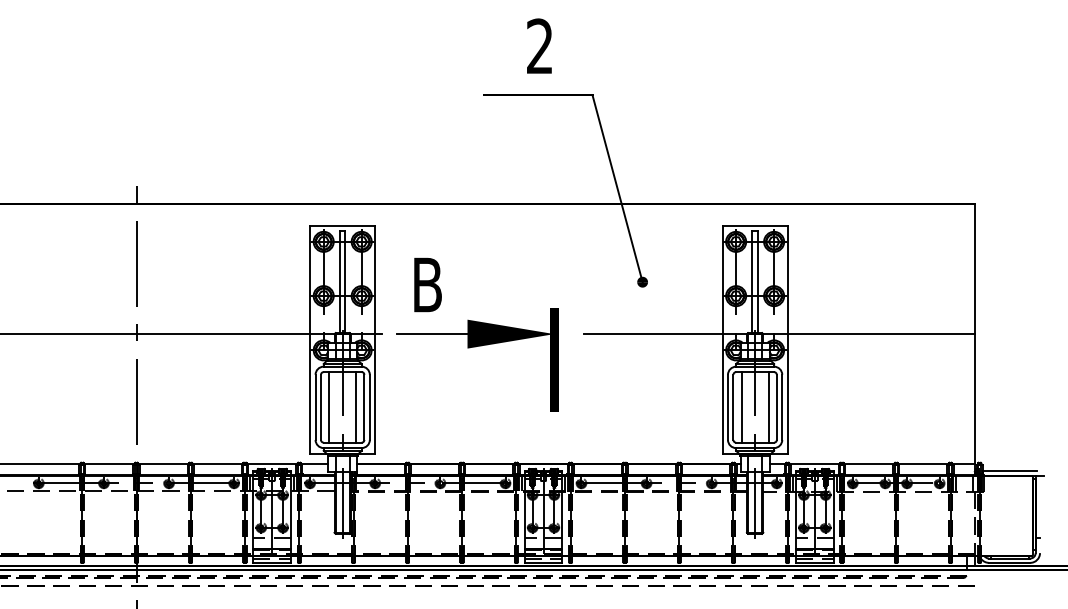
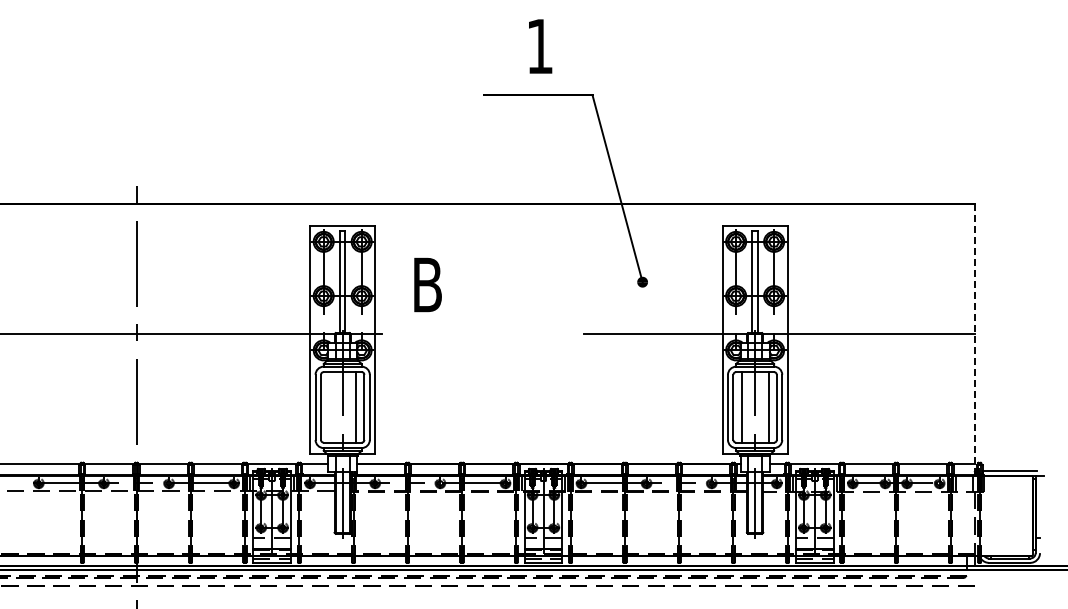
text at (539, 45): 2 -> 1
line at (974, 339): solid -> dashed
part at (475, 347): present -> none
line at (329, 407): present -> none
